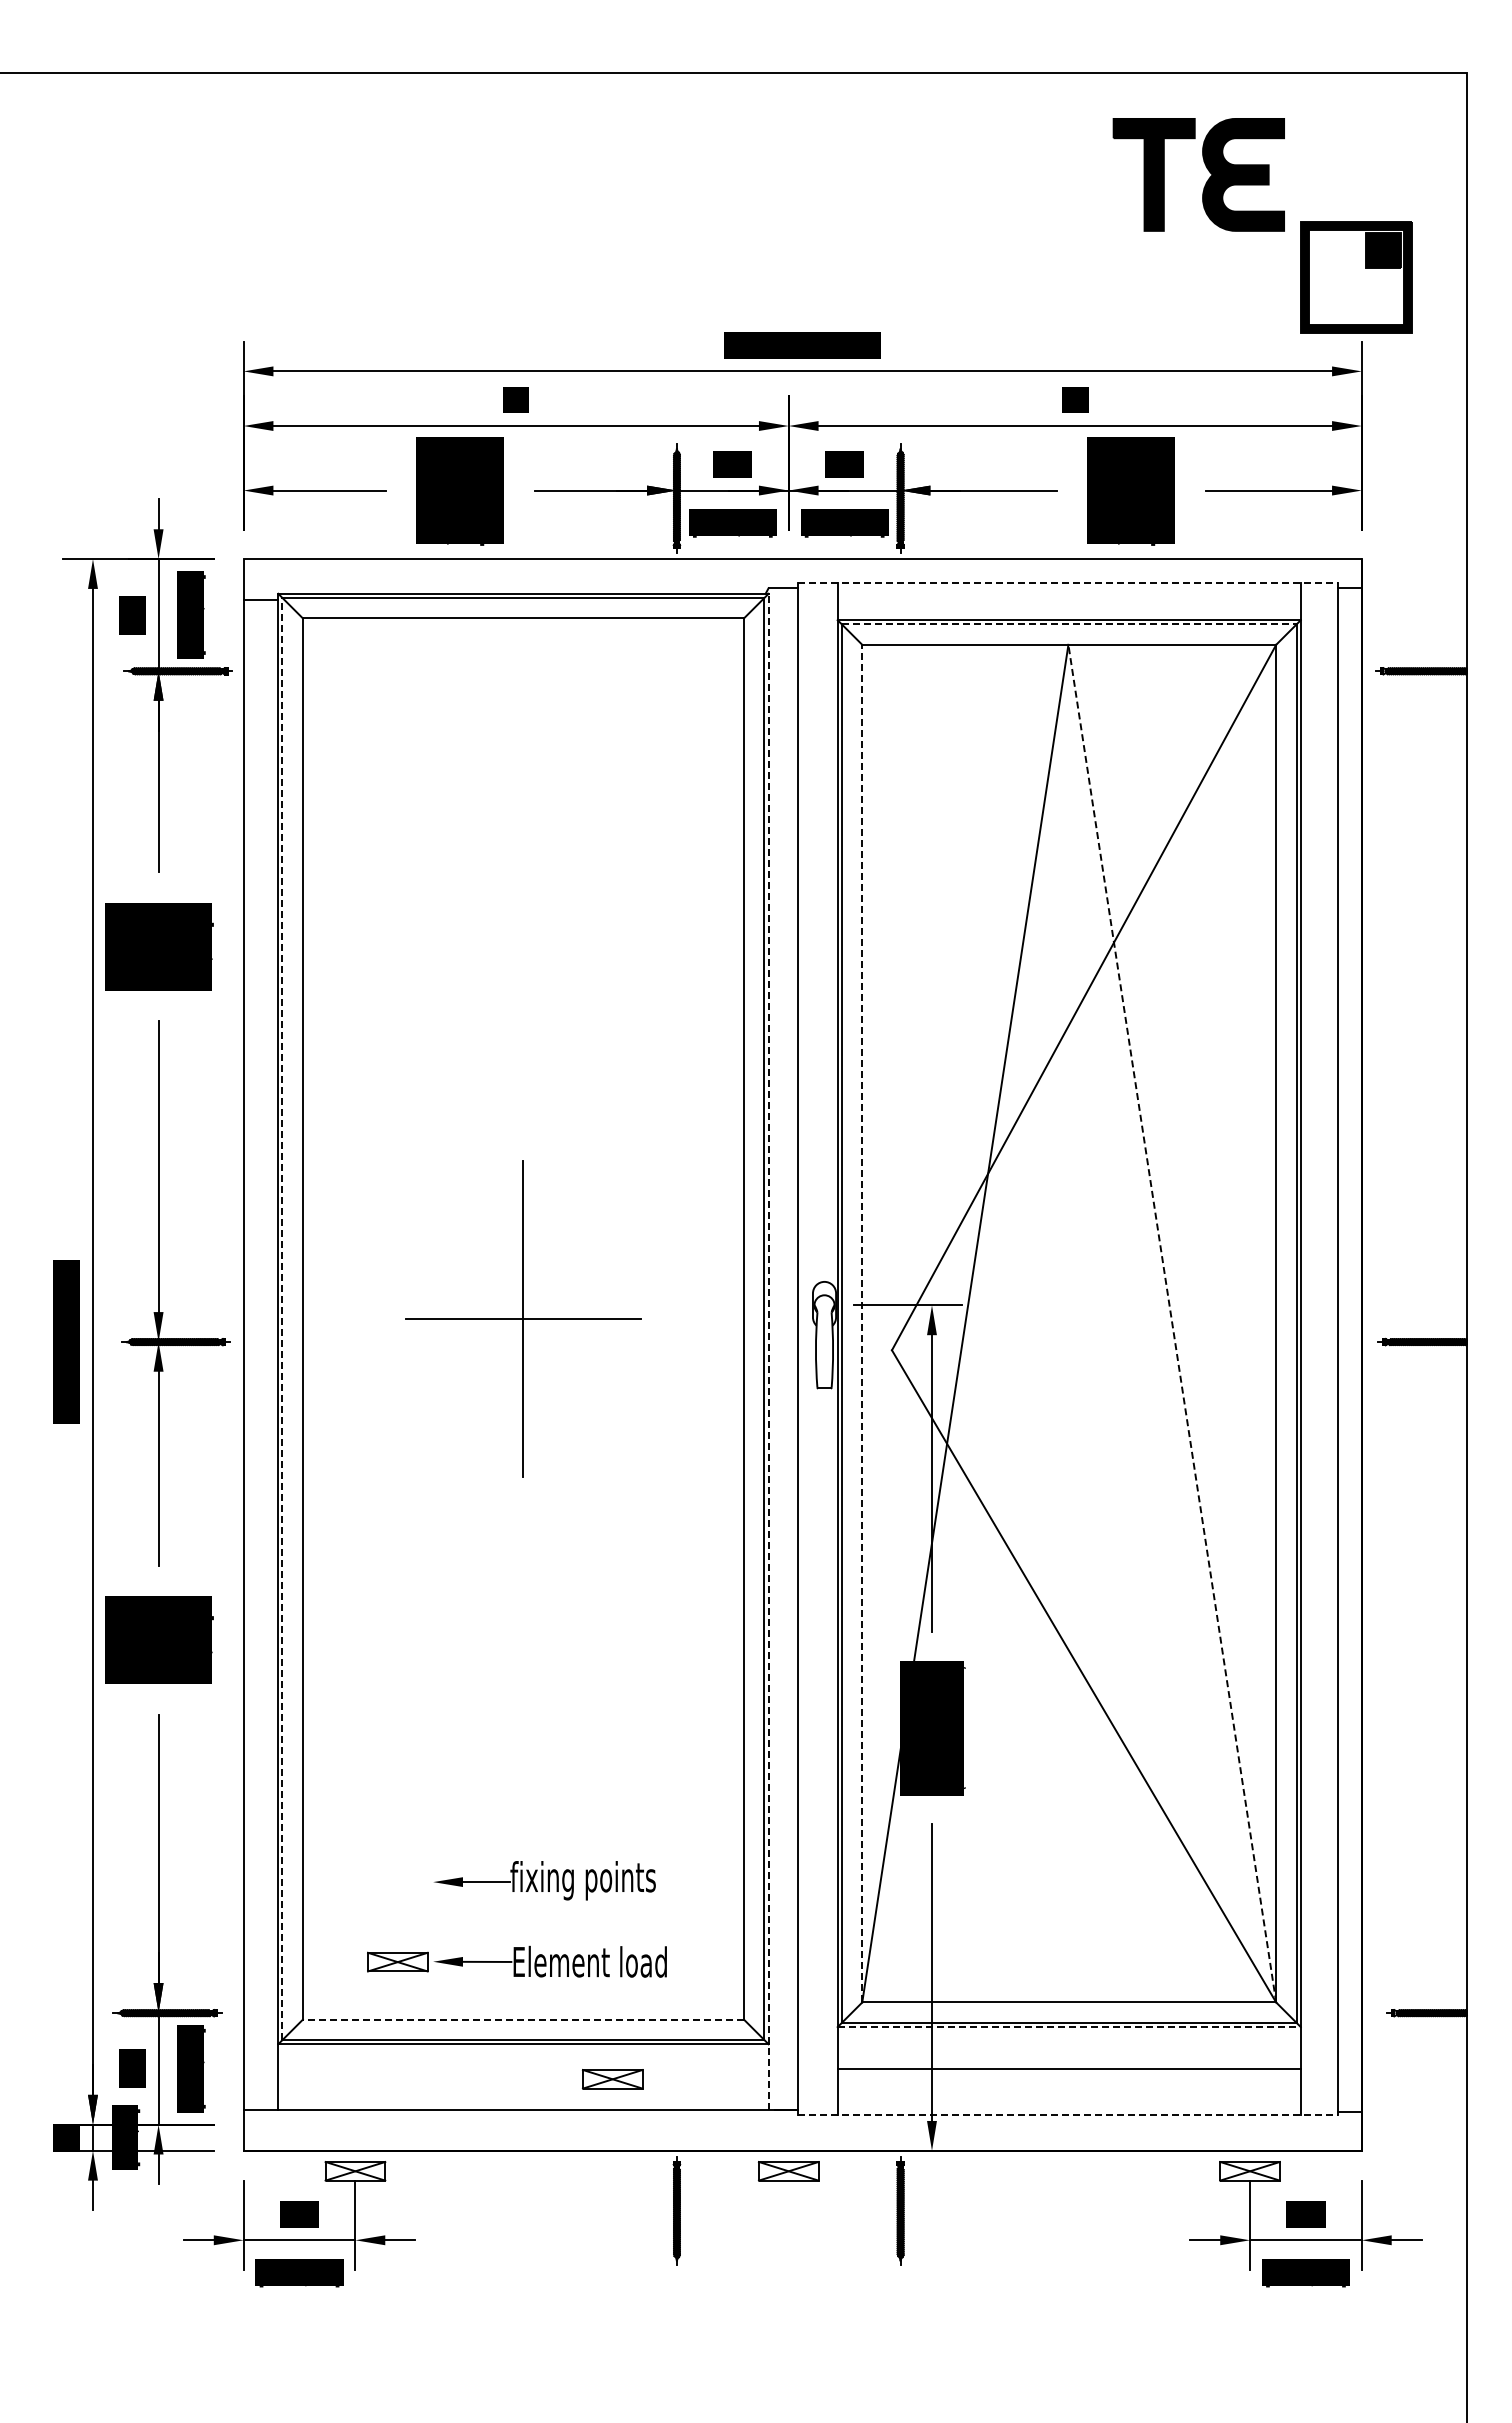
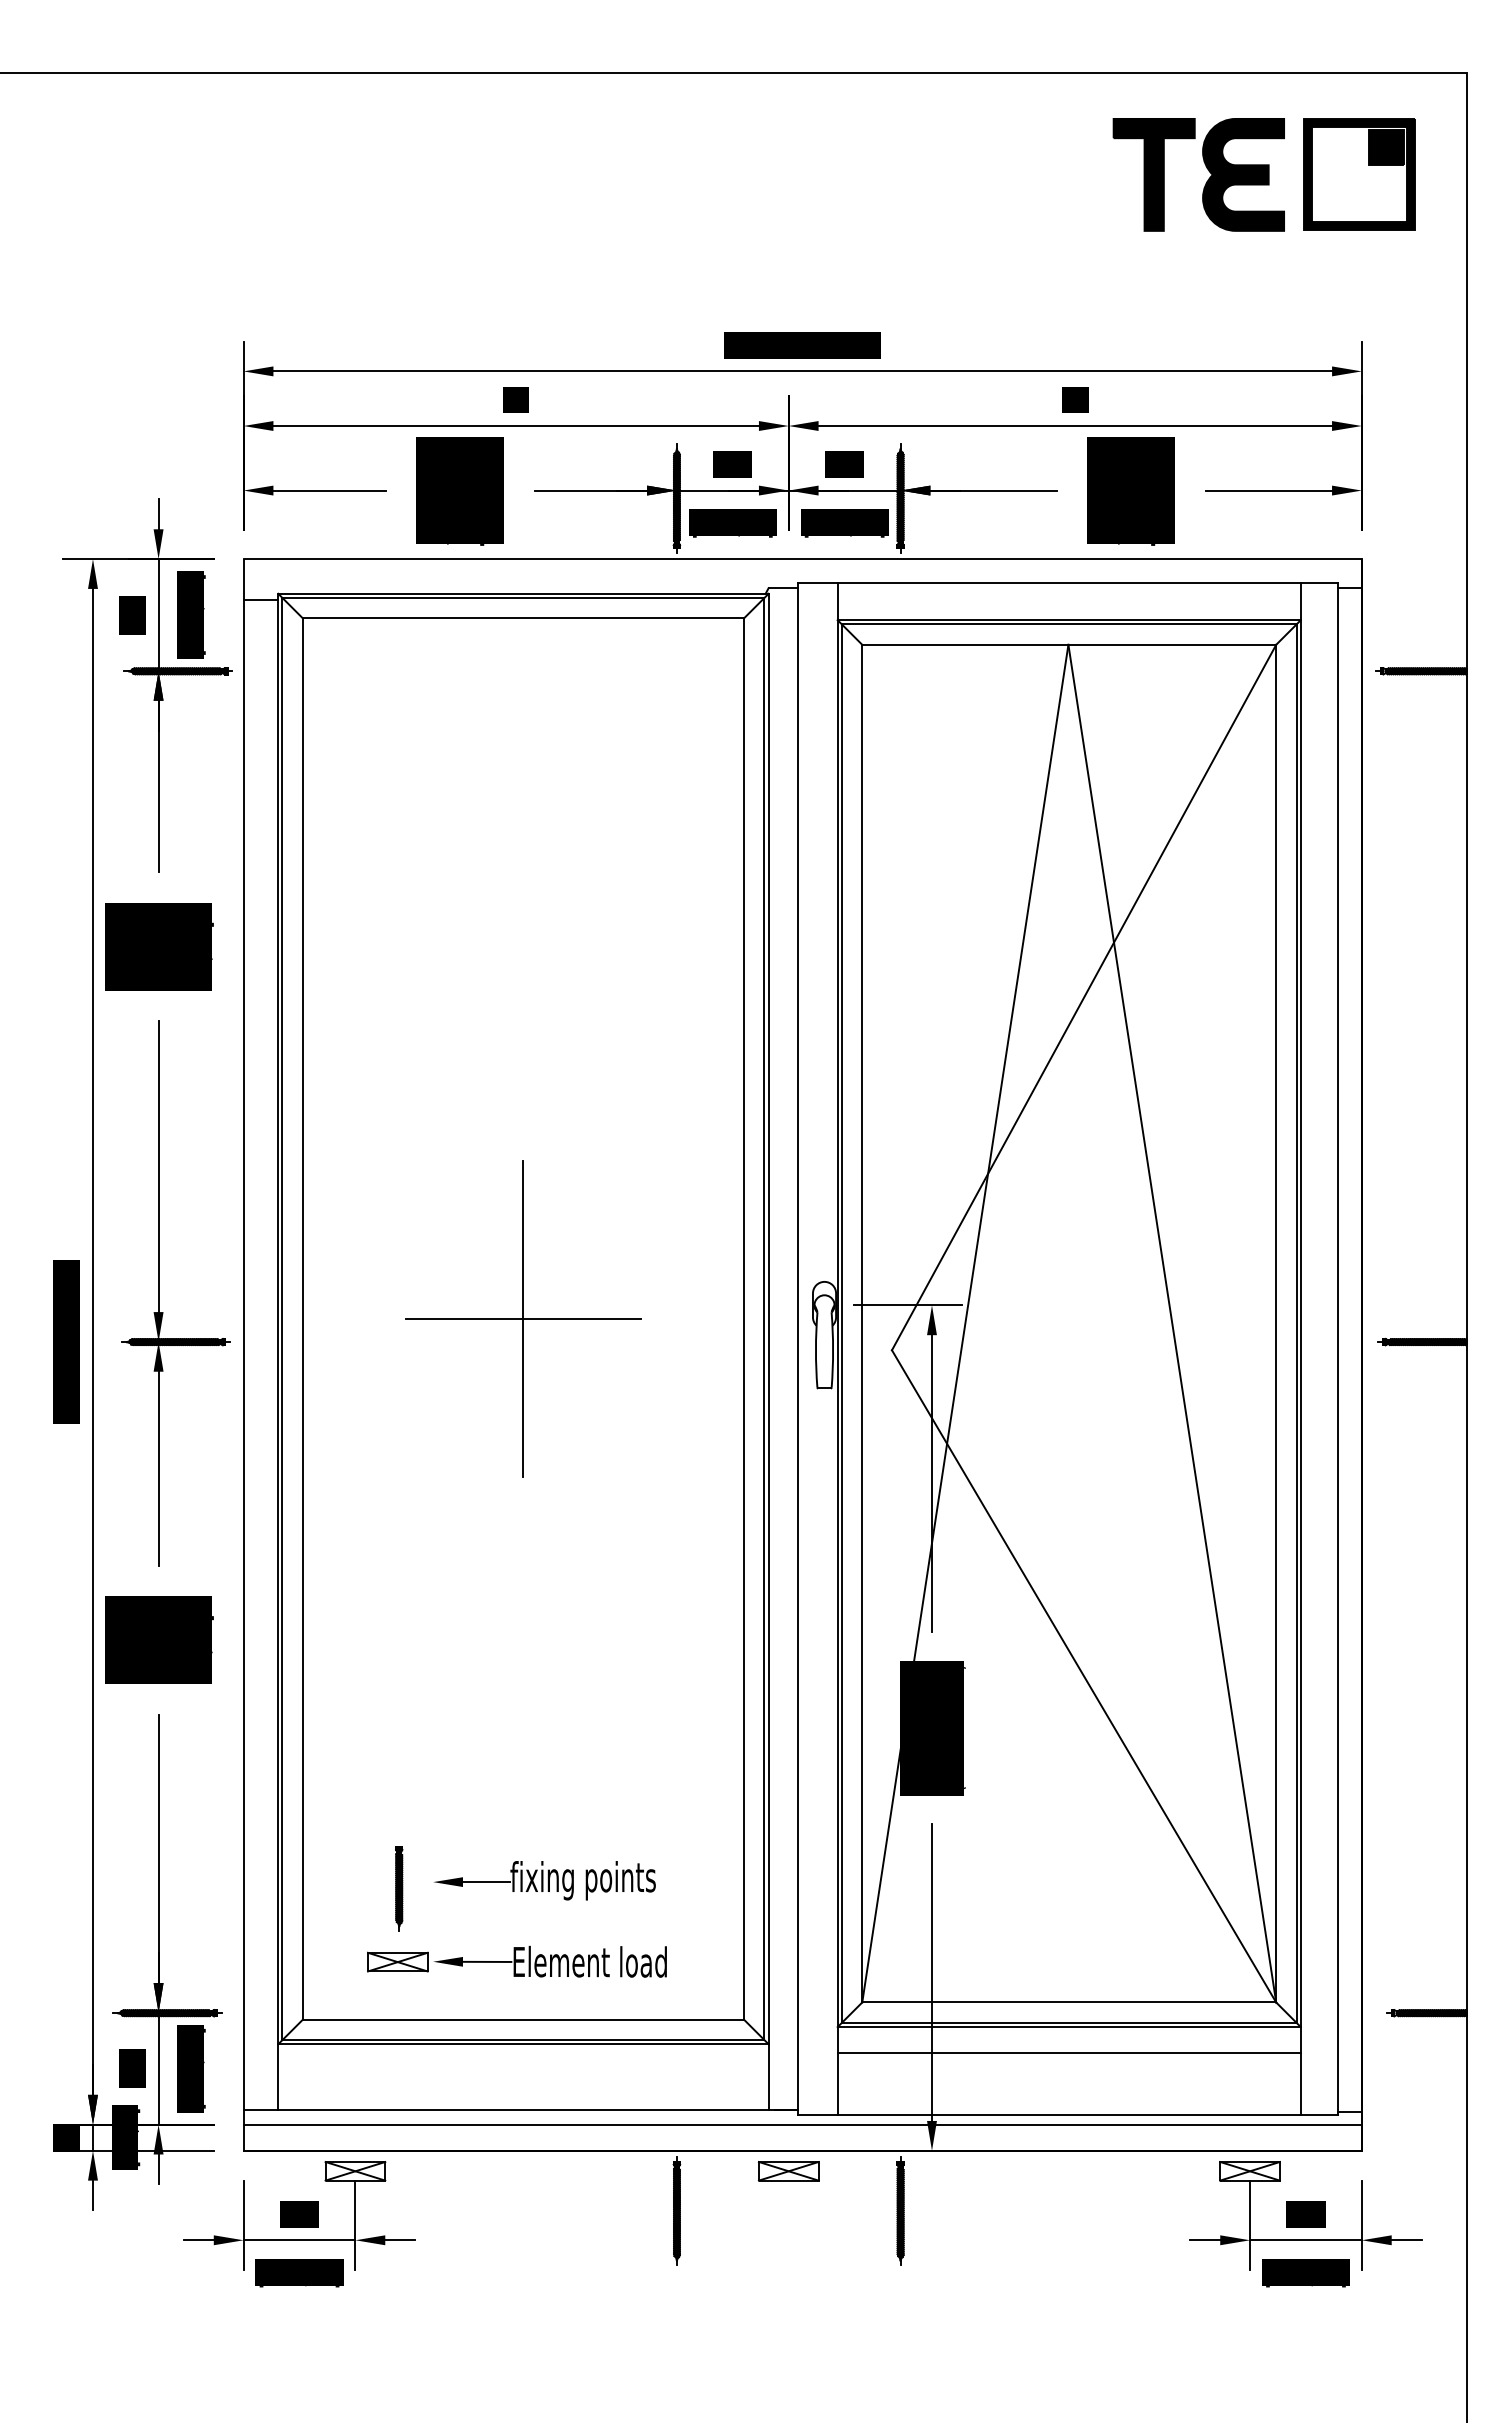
part at (1356, 277) position: (1356, 277) -> (1359, 174)
line at (1068, 582): dashed -> solid
line at (1069, 624): dashed -> solid
line at (282, 1318): dashed -> solid
line at (862, 1323): dashed -> solid
line at (1172, 1323): dashed -> solid
line at (768, 1351): dashed -> solid
part at (399, 1888): none -> present
line at (523, 2019): dashed -> solid
line at (1069, 2027): dashed -> solid
line at (1068, 2069) position: (1068, 2069) -> (1068, 2053)
part at (612, 2079): present -> none
line at (1068, 2115): dashed -> solid
line at (802, 2124): none -> present
